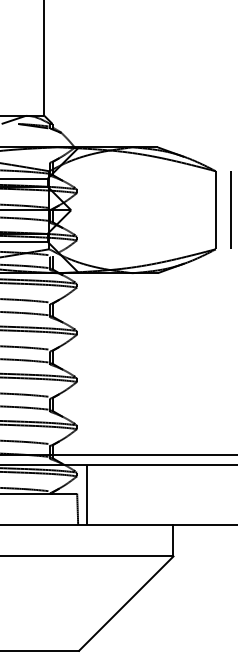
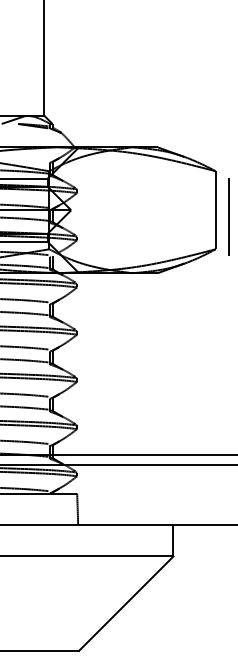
line at (230, 209) position: (230, 209) -> (228, 216)
line at (86, 494): present -> none
